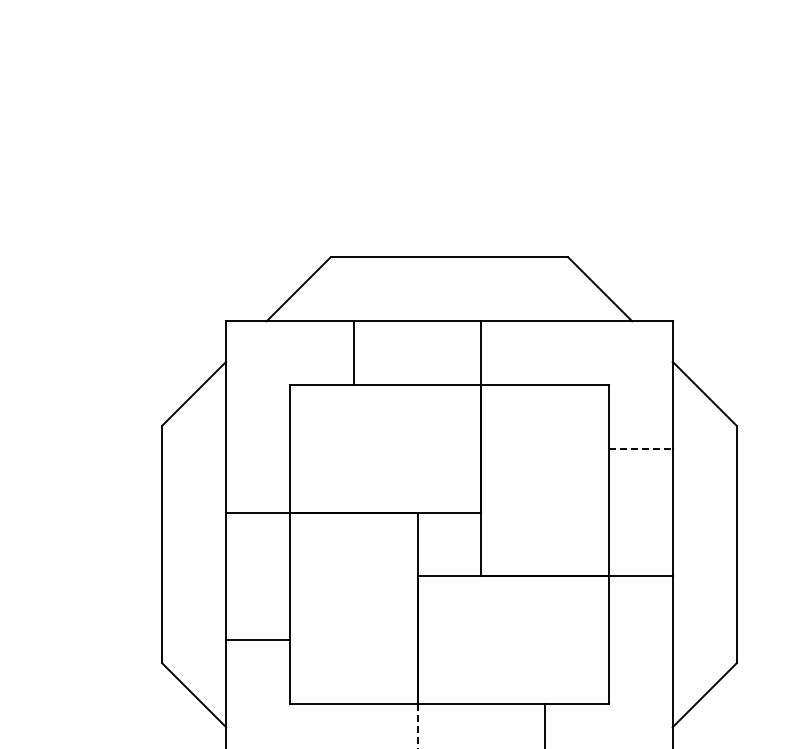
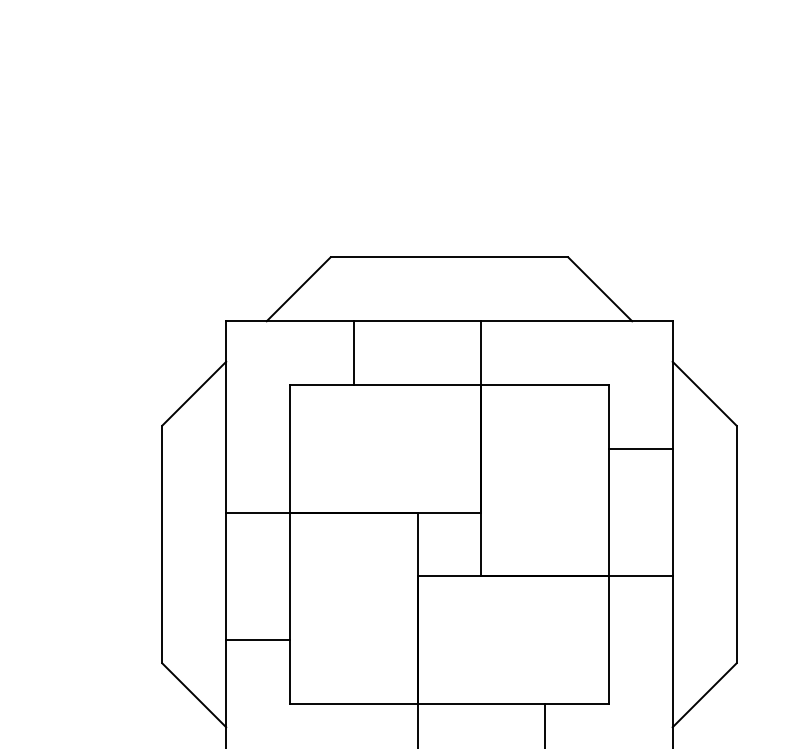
line at (640, 448): dashed -> solid
line at (417, 726): dashed -> solid
